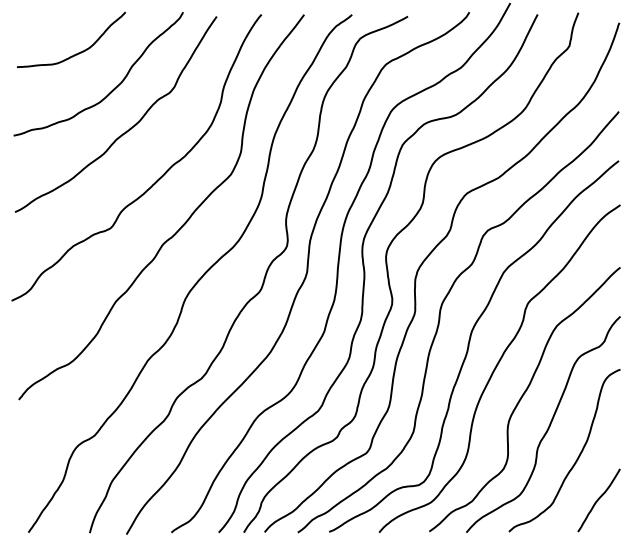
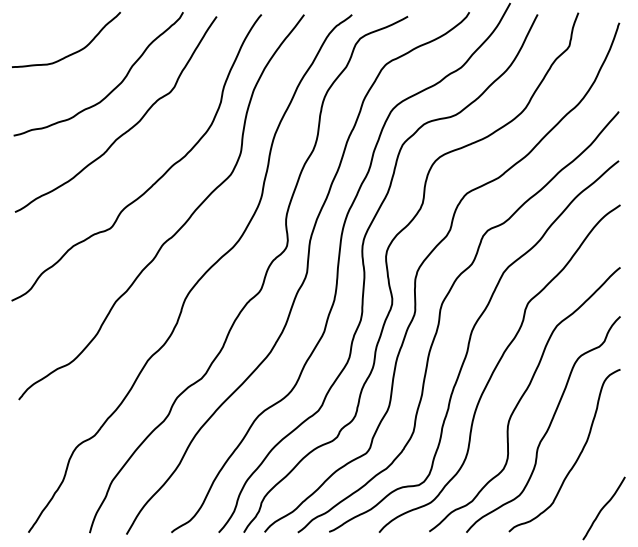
curve at (78, 52) position: (78, 52) -> (73, 52)
curve at (598, 500) position: (598, 500) -> (603, 508)
